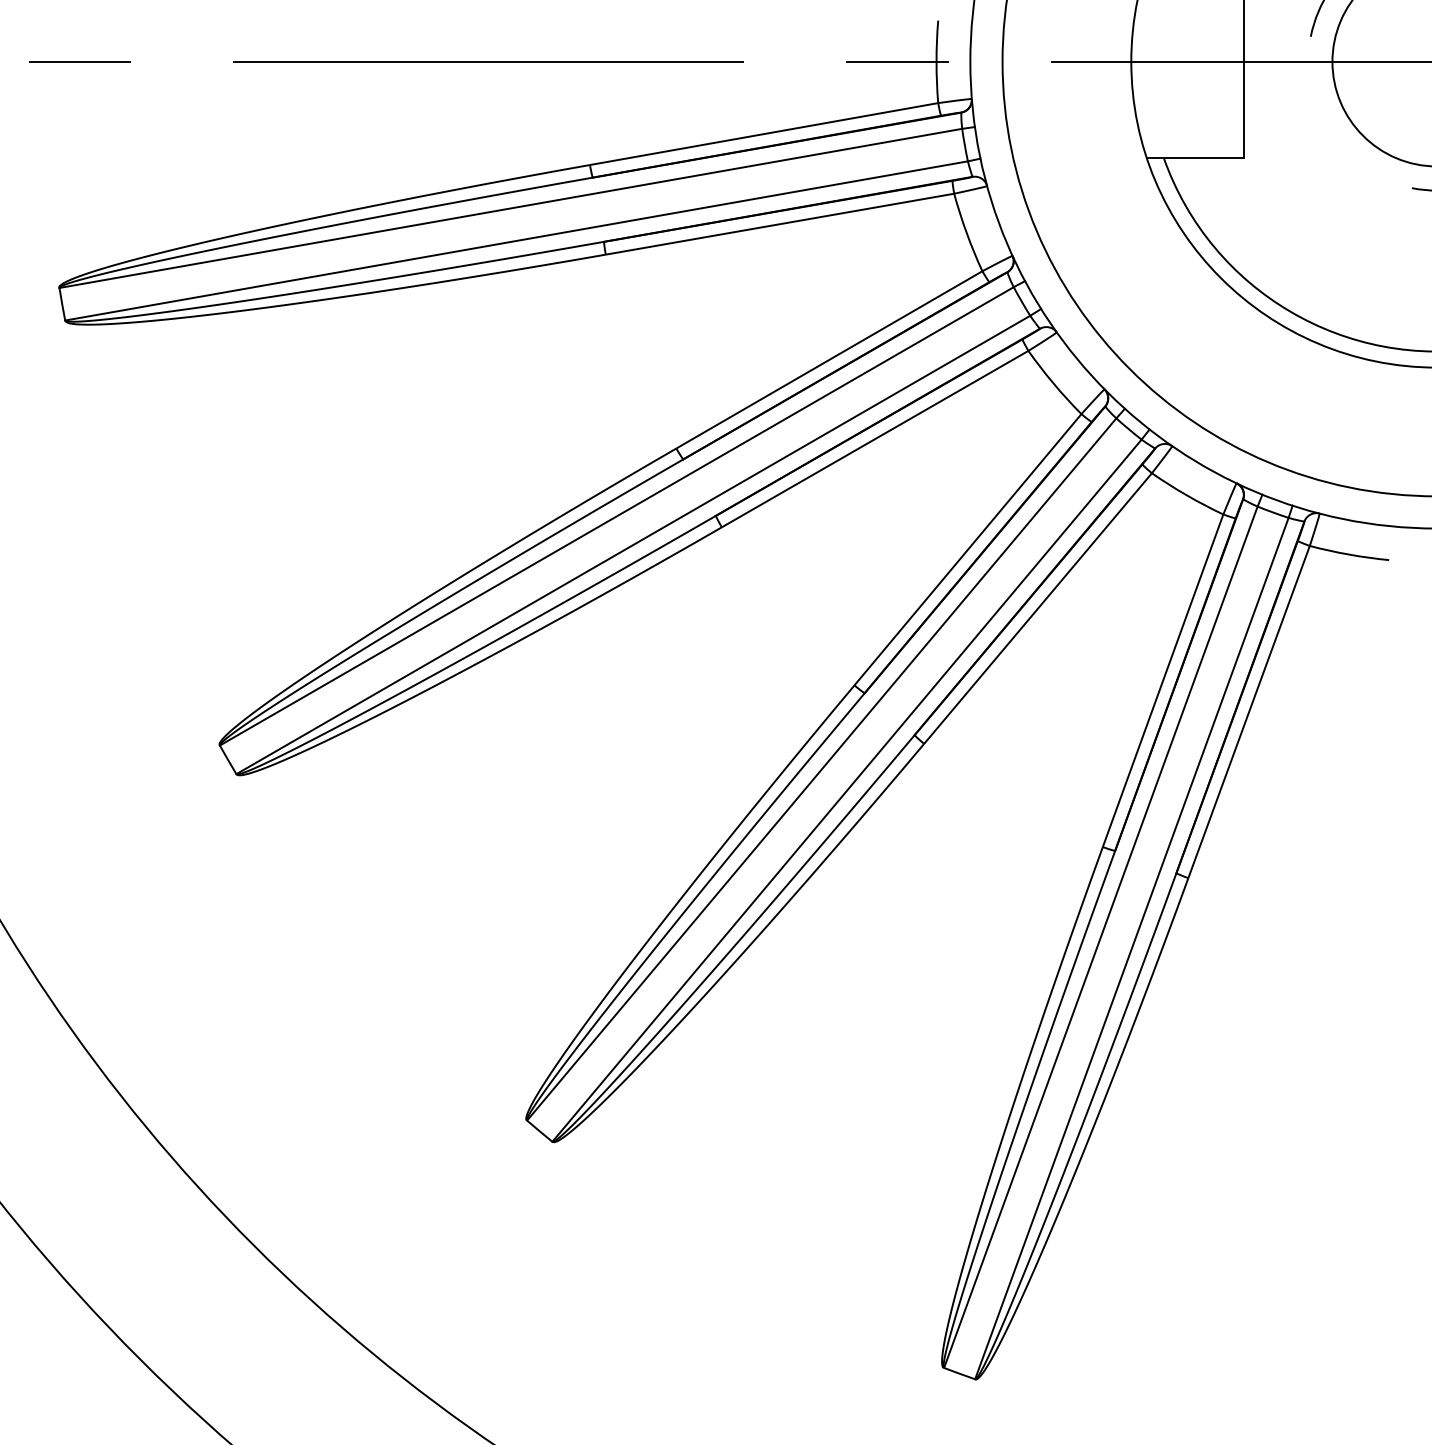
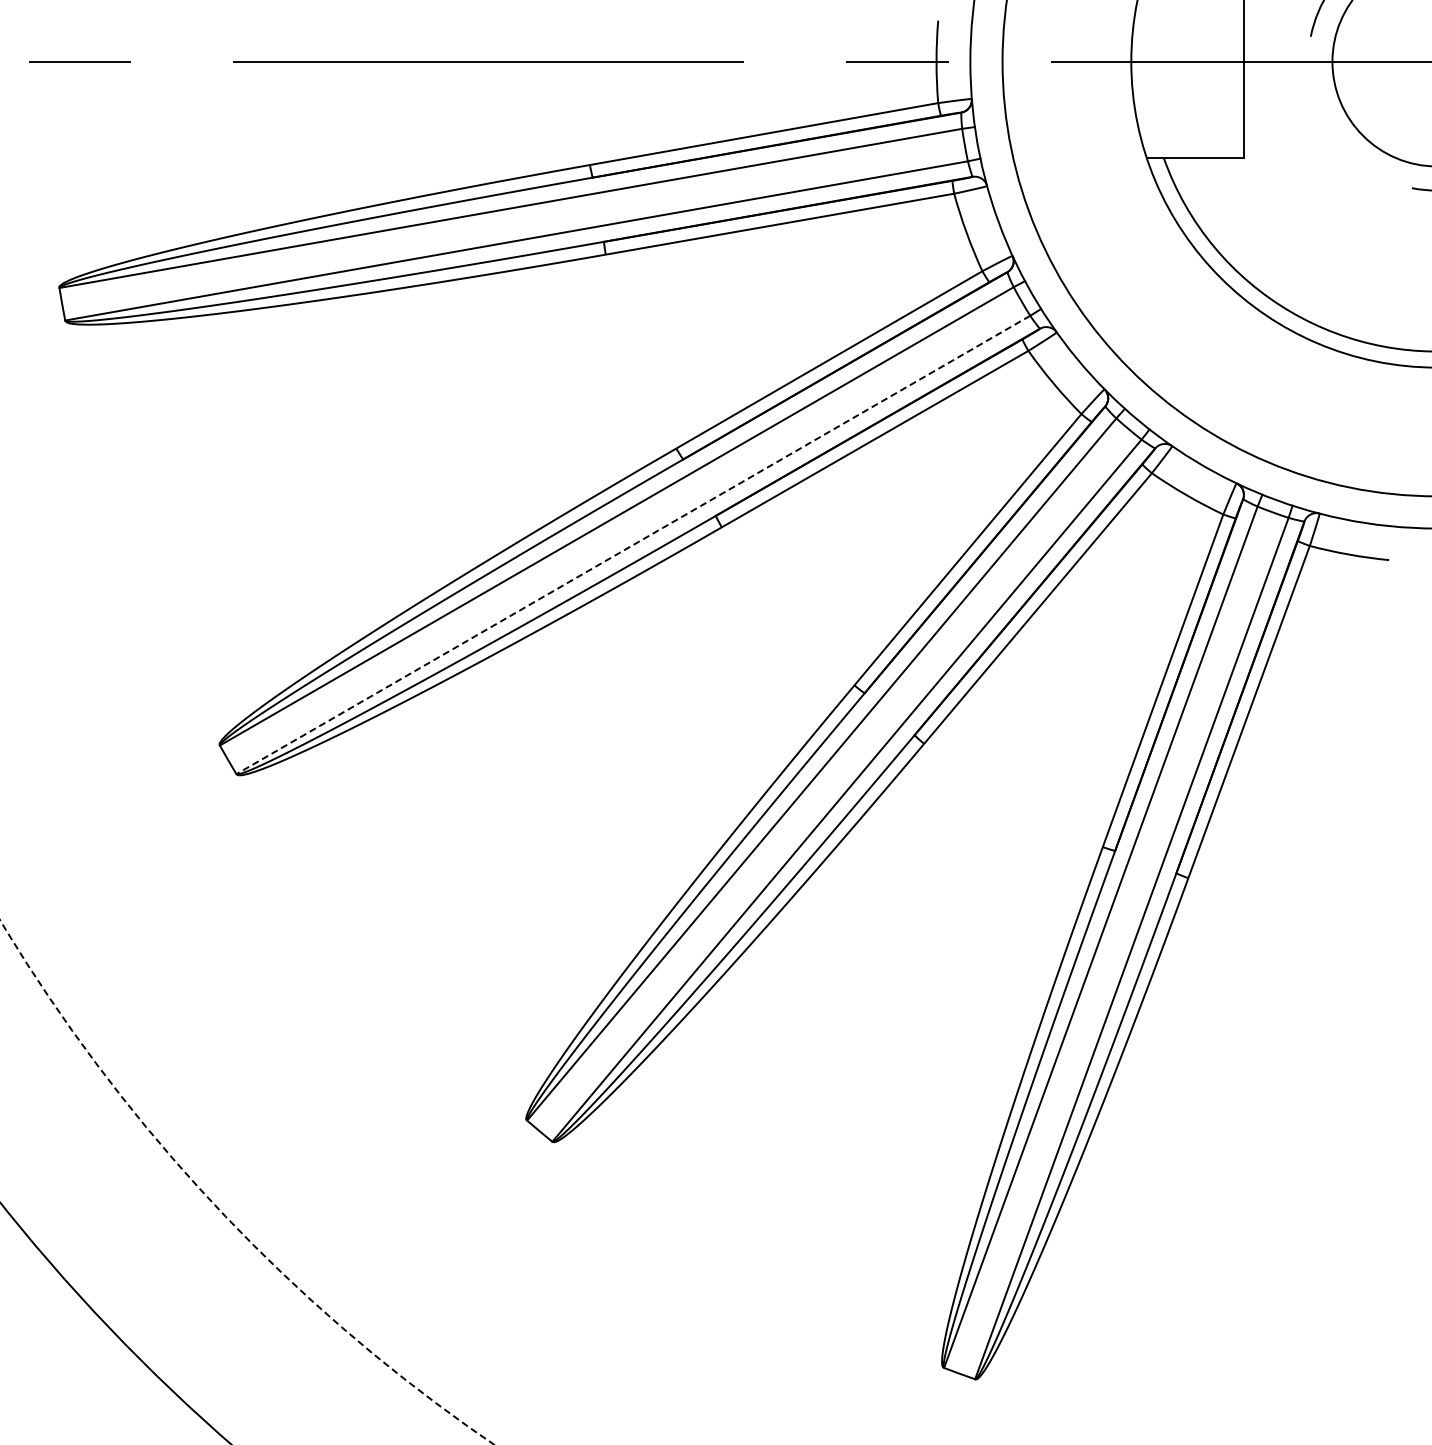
line at (632, 545): solid -> dashed
circle at (247, 1182): solid -> dashed
